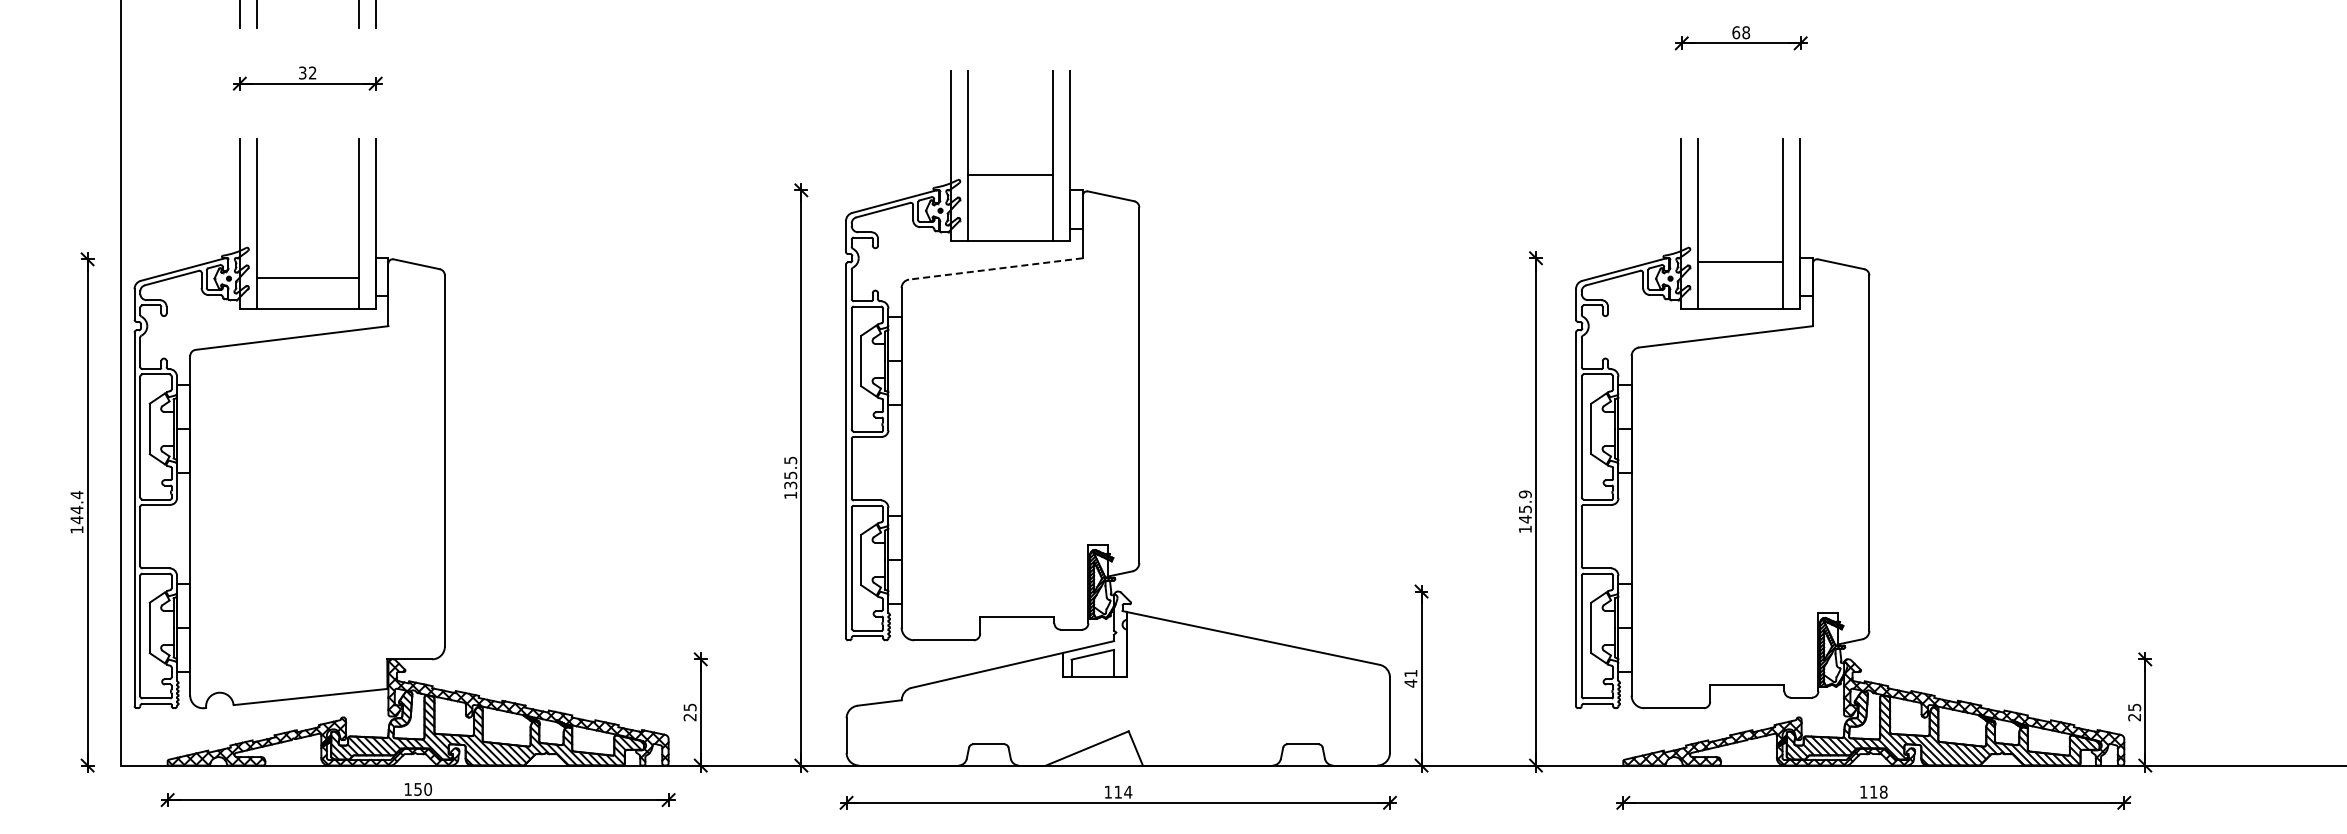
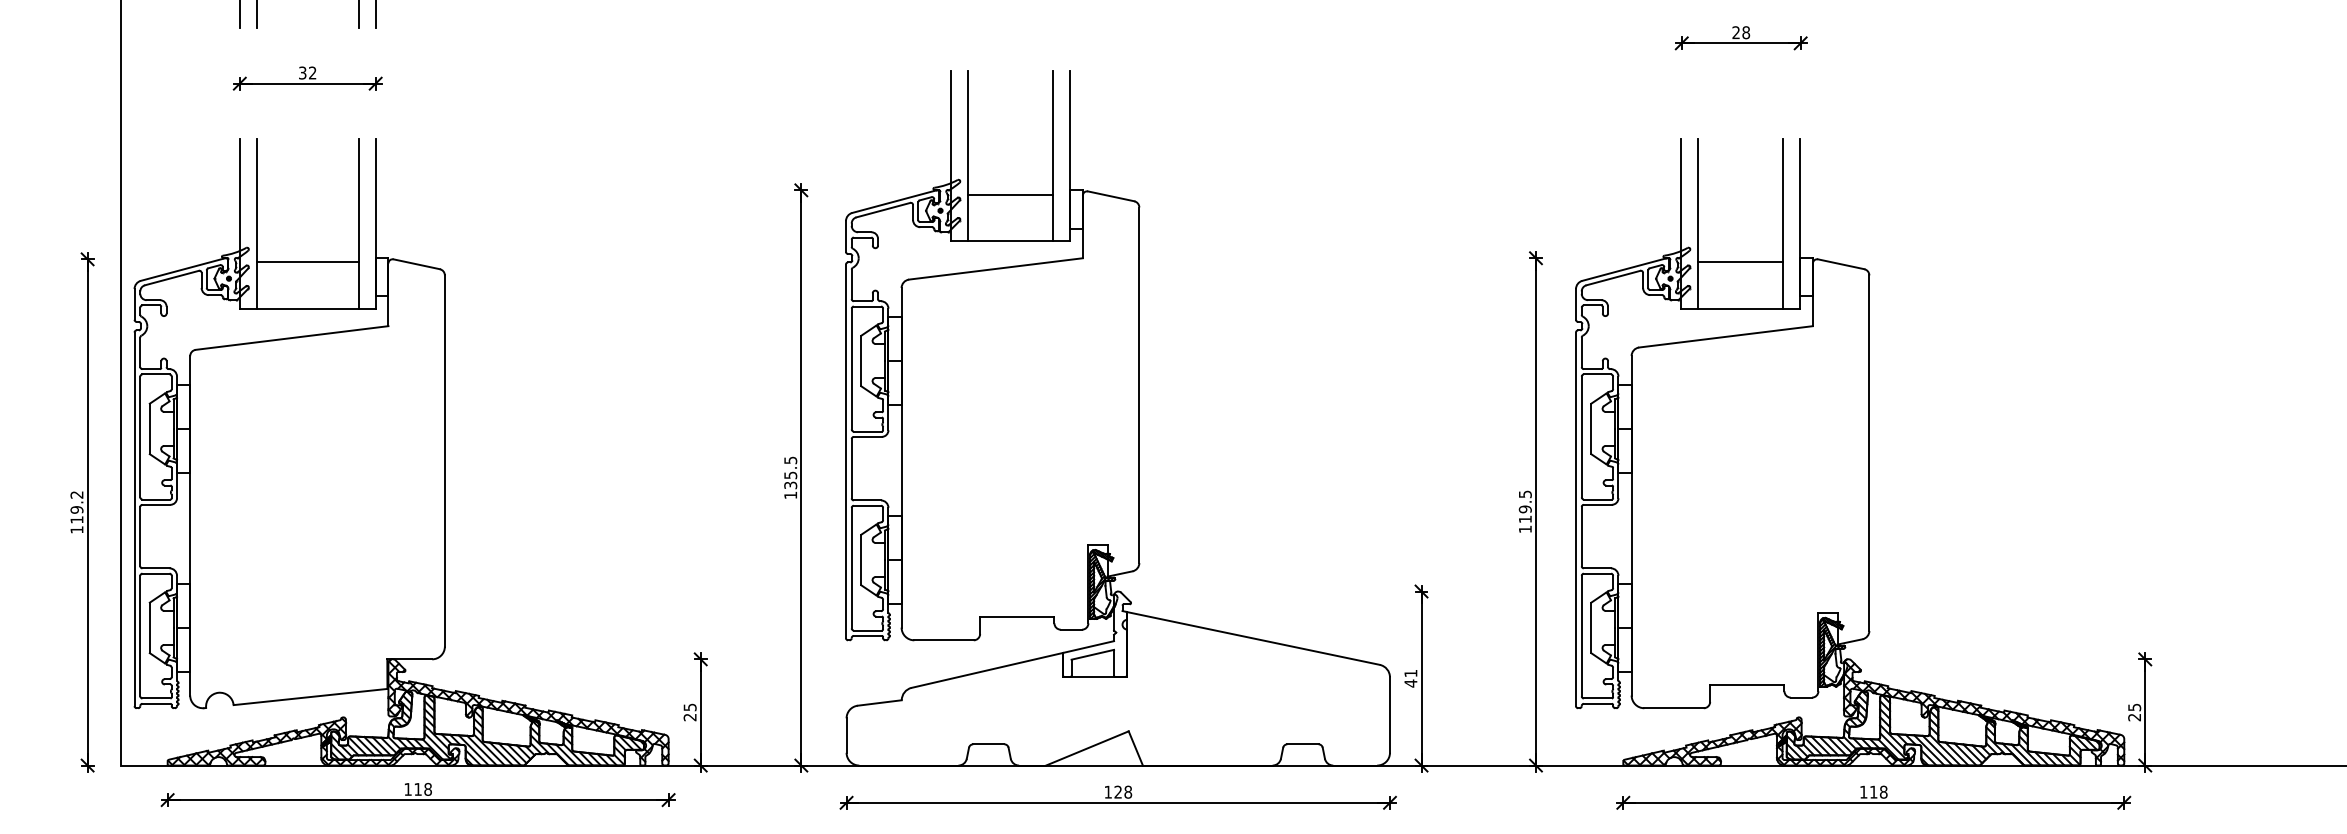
text at (1736, 32): 68 -> 28
line at (1010, 174) position: (1010, 174) -> (1010, 194)
line at (995, 268): dashed -> solid
line at (307, 278) position: (307, 278) -> (307, 262)
text at (1524, 506): 145.9 -> 119.5
text at (76, 507): 144.4 -> 119.2
text at (423, 789): 150 -> 118
text at (1123, 791): 114 -> 128
